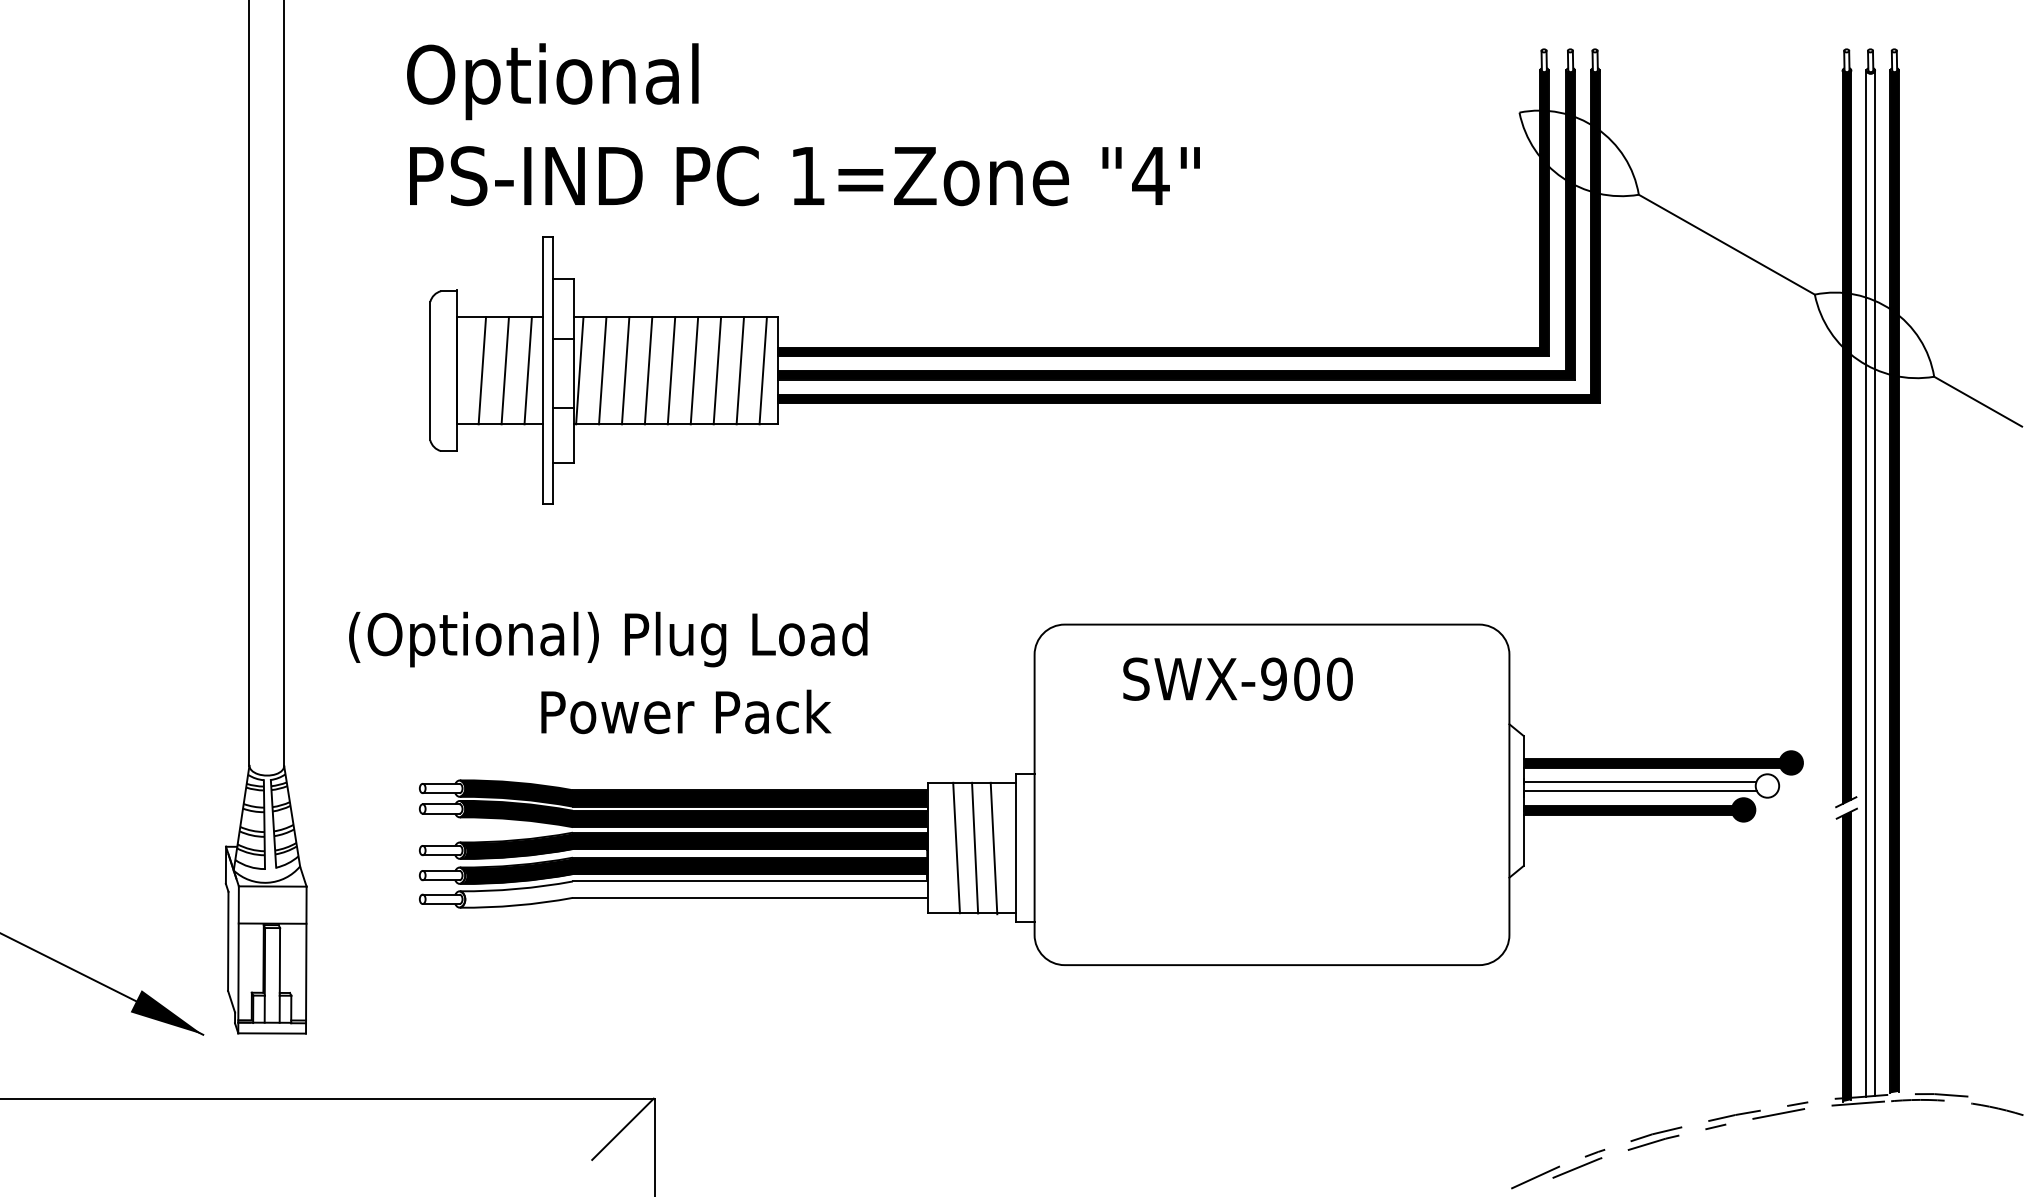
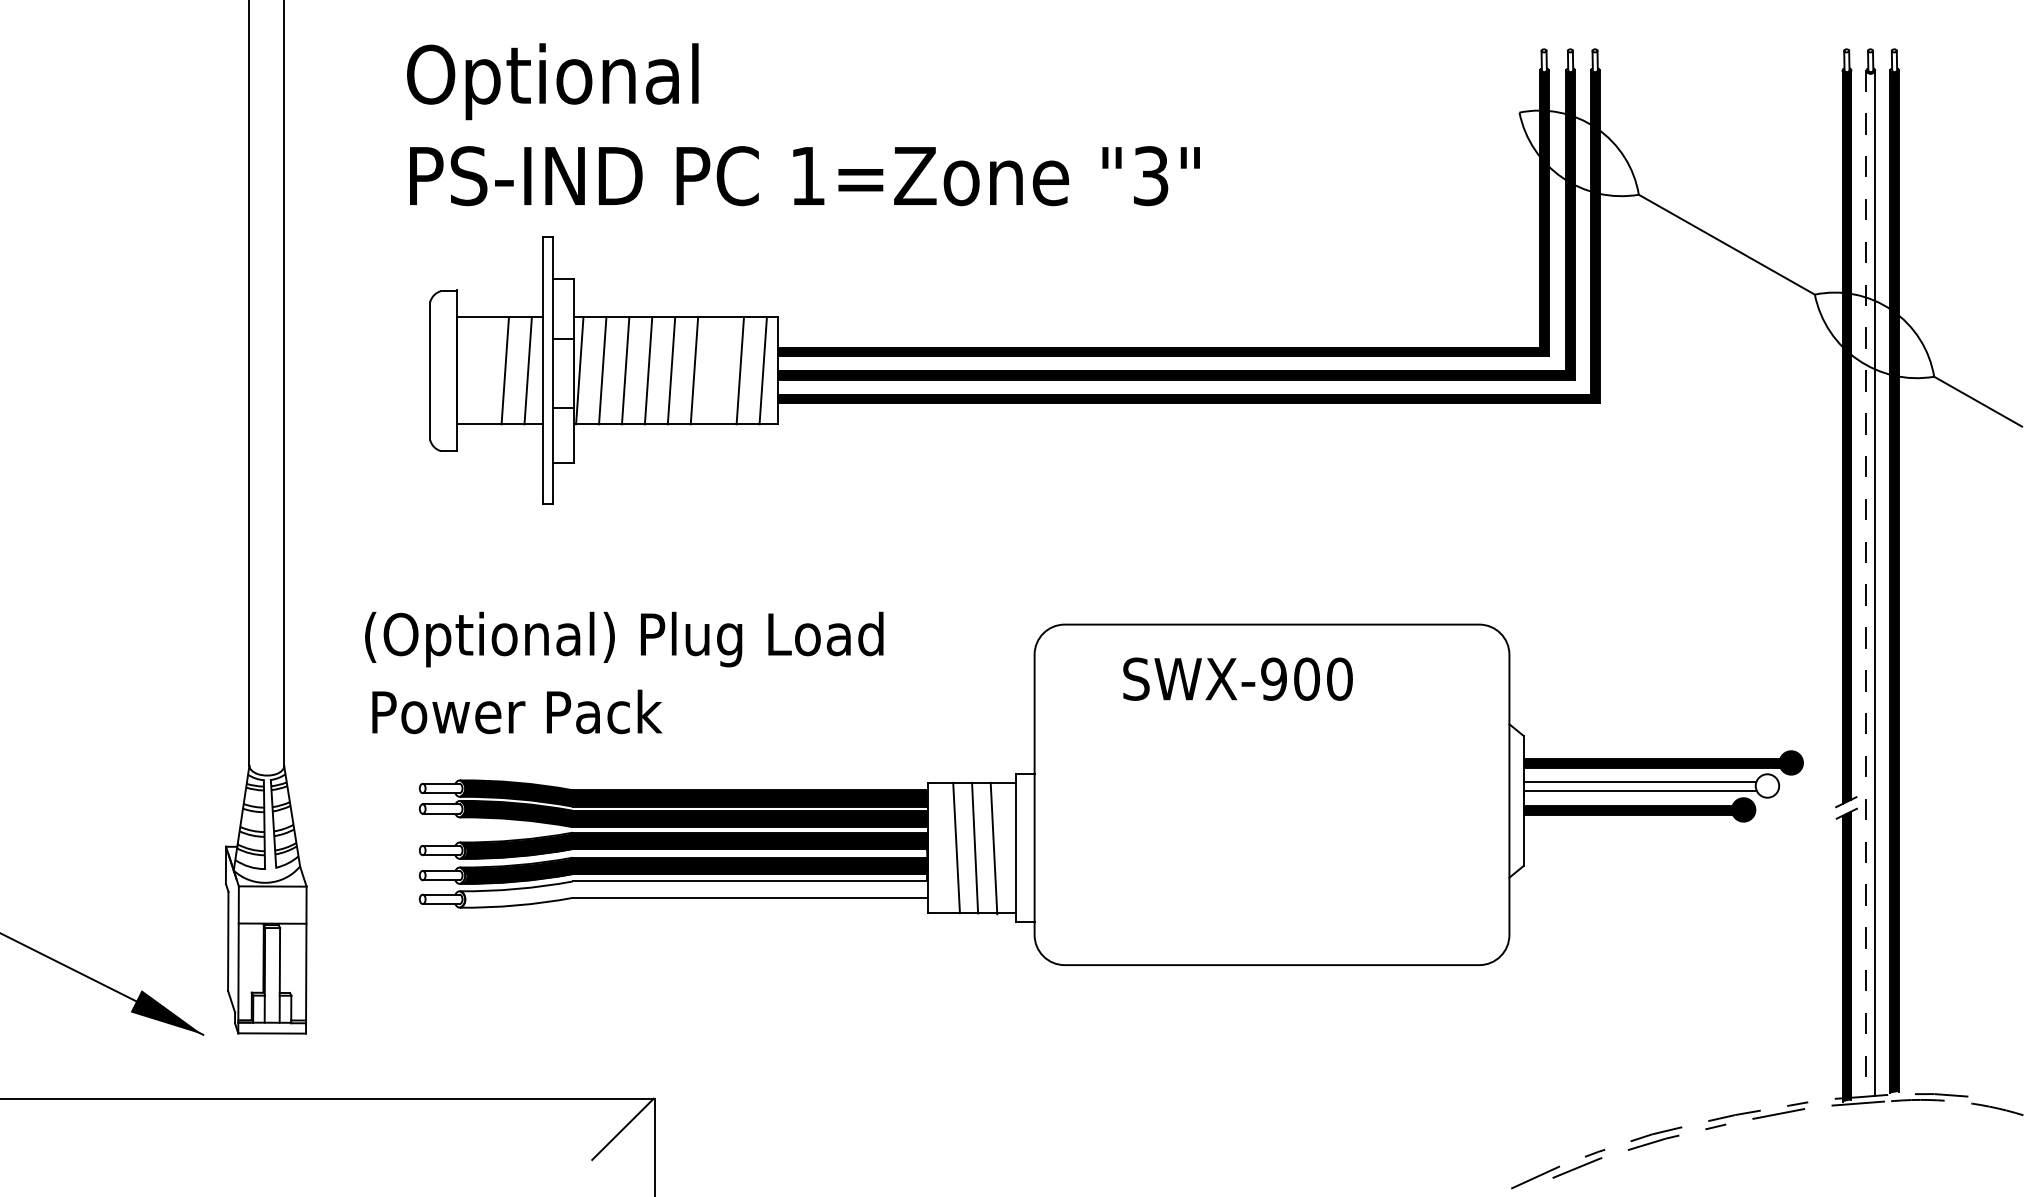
text at (1150, 176): "4" -> "3"
line at (482, 370): present -> none
line at (717, 370): present -> none
line at (1866, 583): solid -> dashed
text at (608, 639) position: (608, 639) -> (624, 639)
text at (686, 711) position: (686, 711) -> (517, 711)
